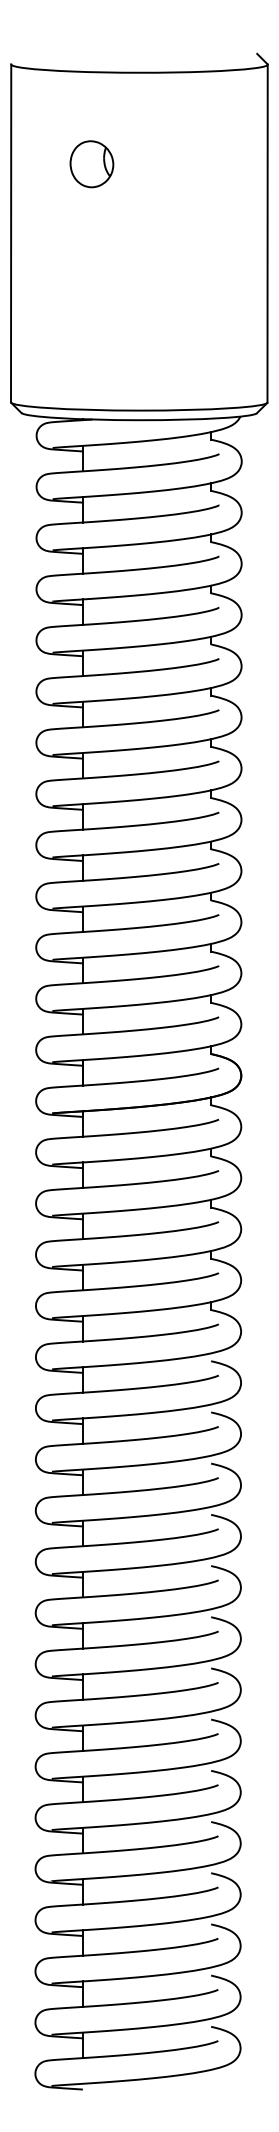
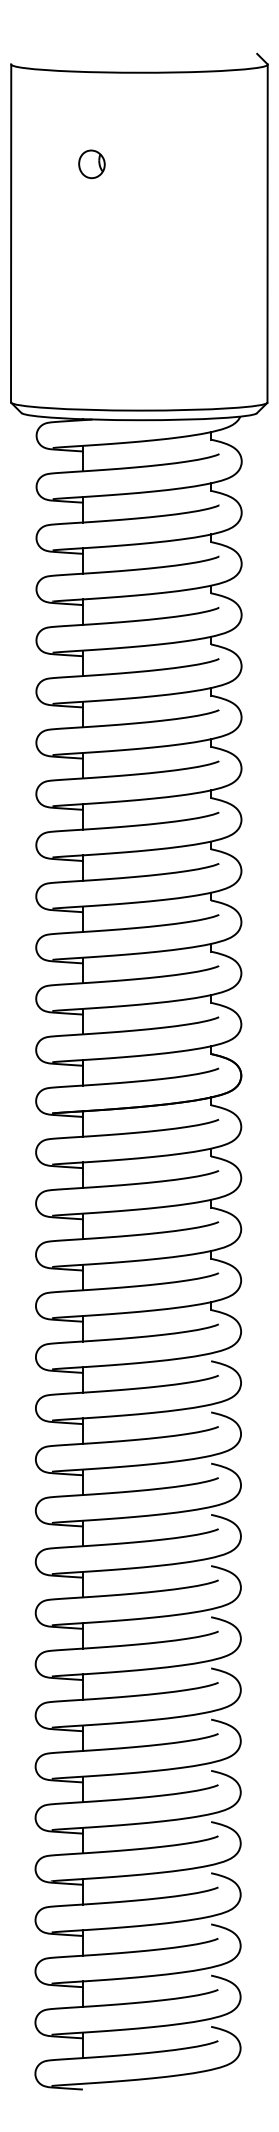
part at (91, 164) size: 46x49 px -> 28x31 px
